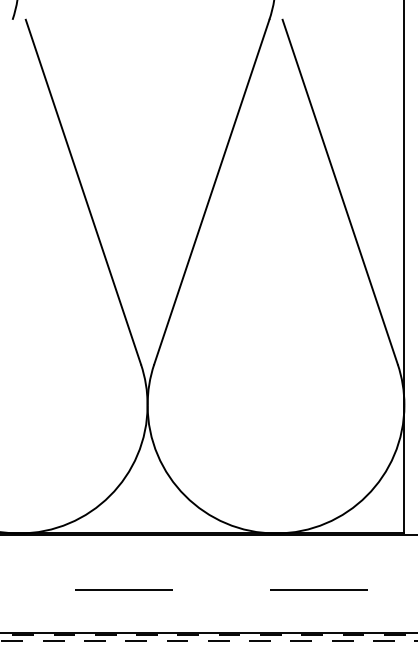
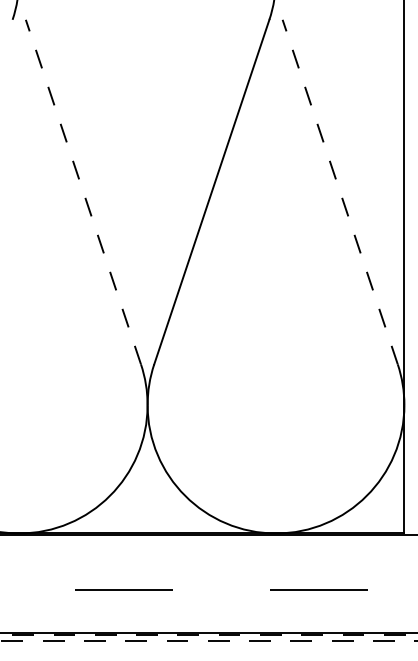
line at (83, 192): solid -> dashed
line at (340, 192): solid -> dashed
